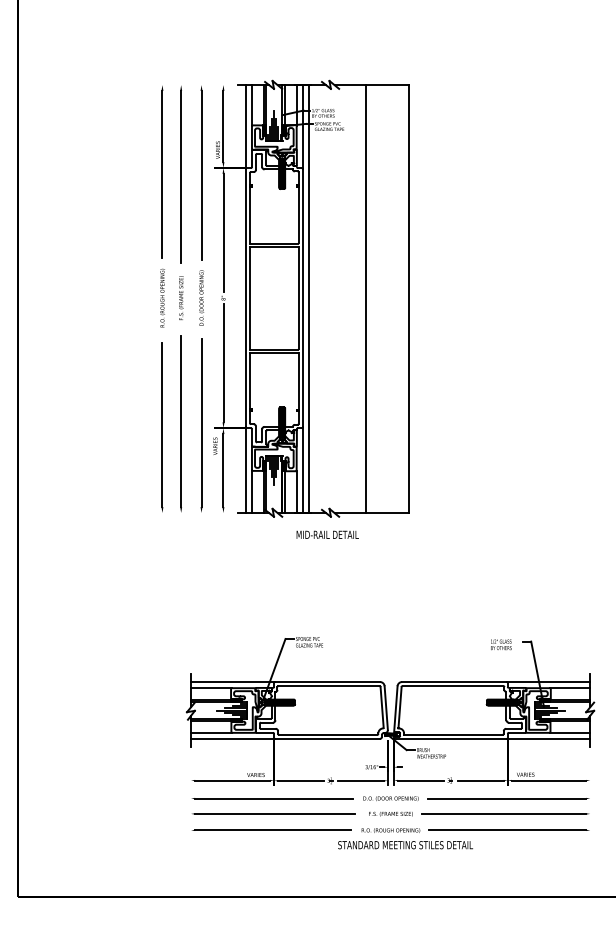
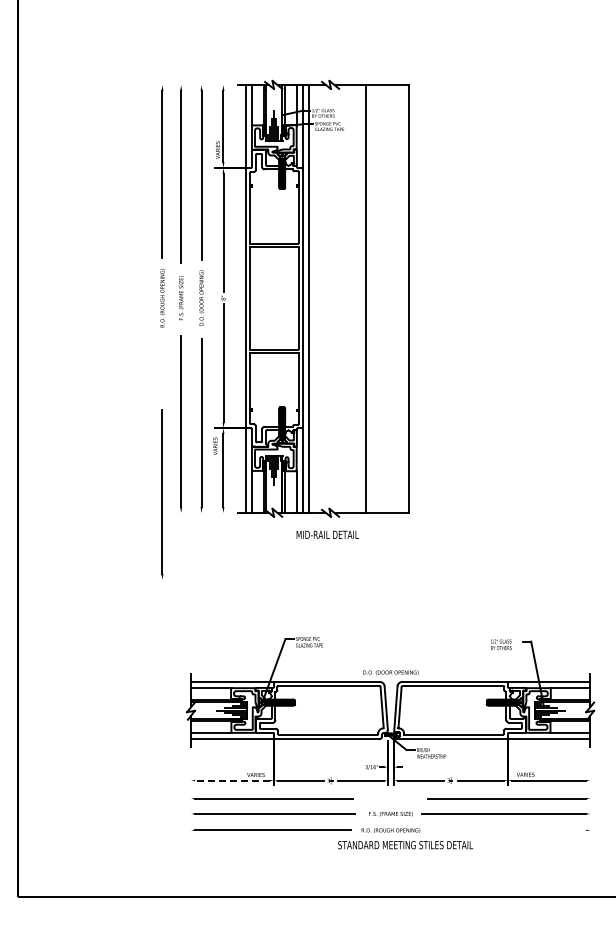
line at (162, 427) position: (162, 427) -> (162, 494)
line at (232, 780): solid -> dashed
text at (390, 798) position: (390, 798) -> (390, 672)
line at (507, 830): present -> none
